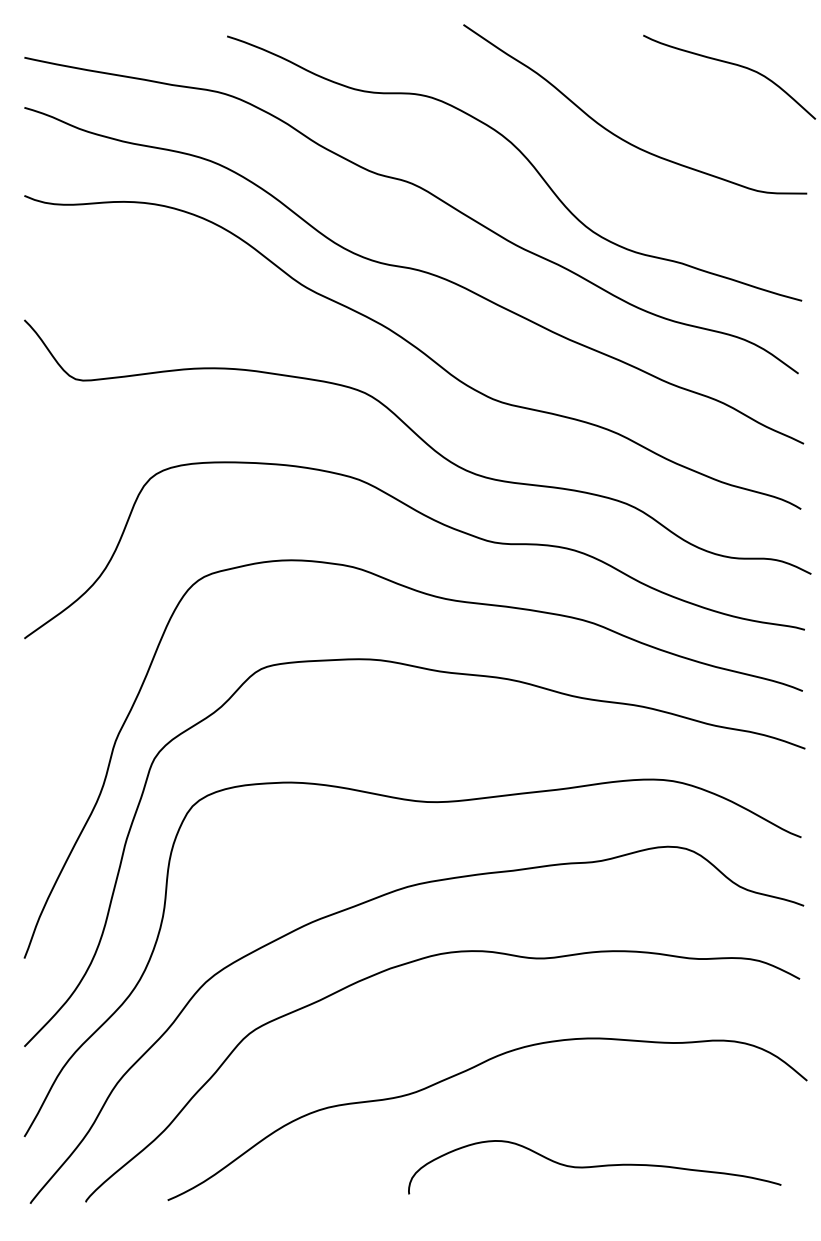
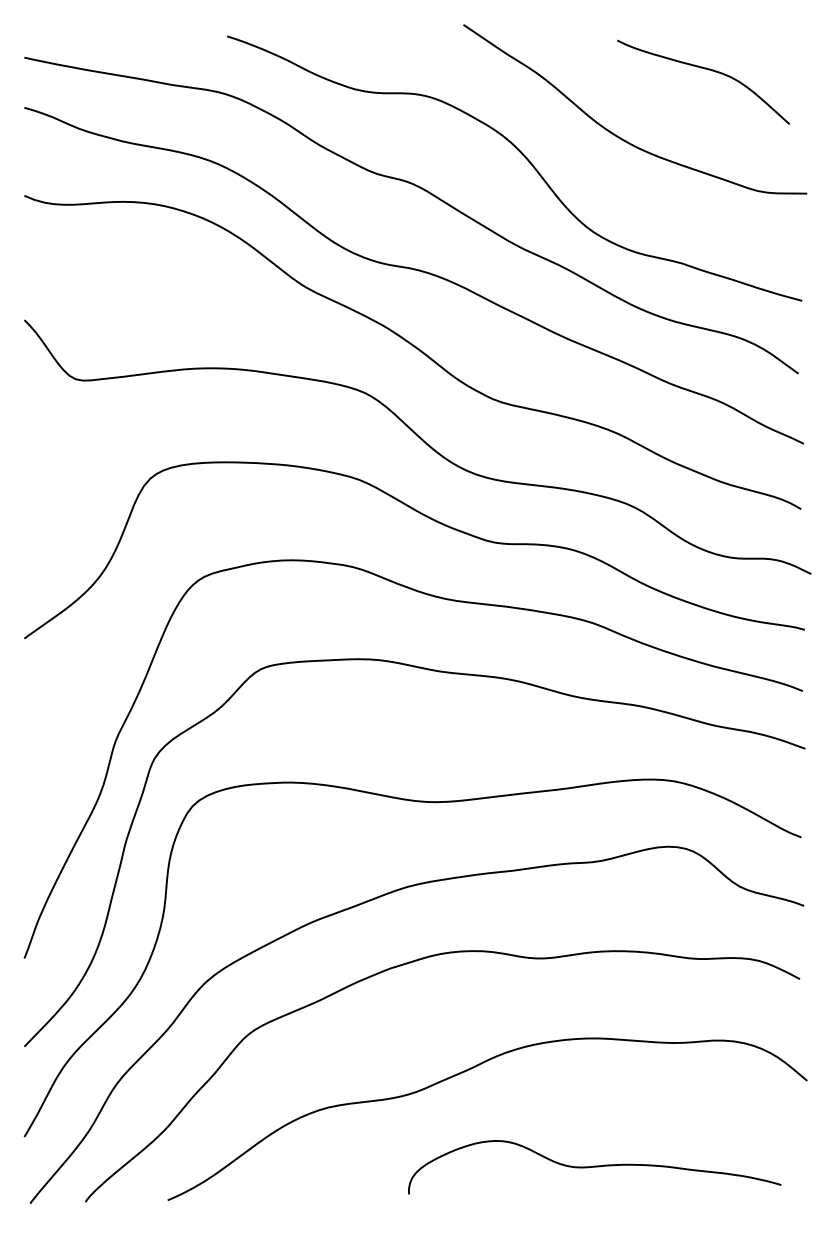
curve at (730, 64) position: (730, 64) -> (704, 69)
